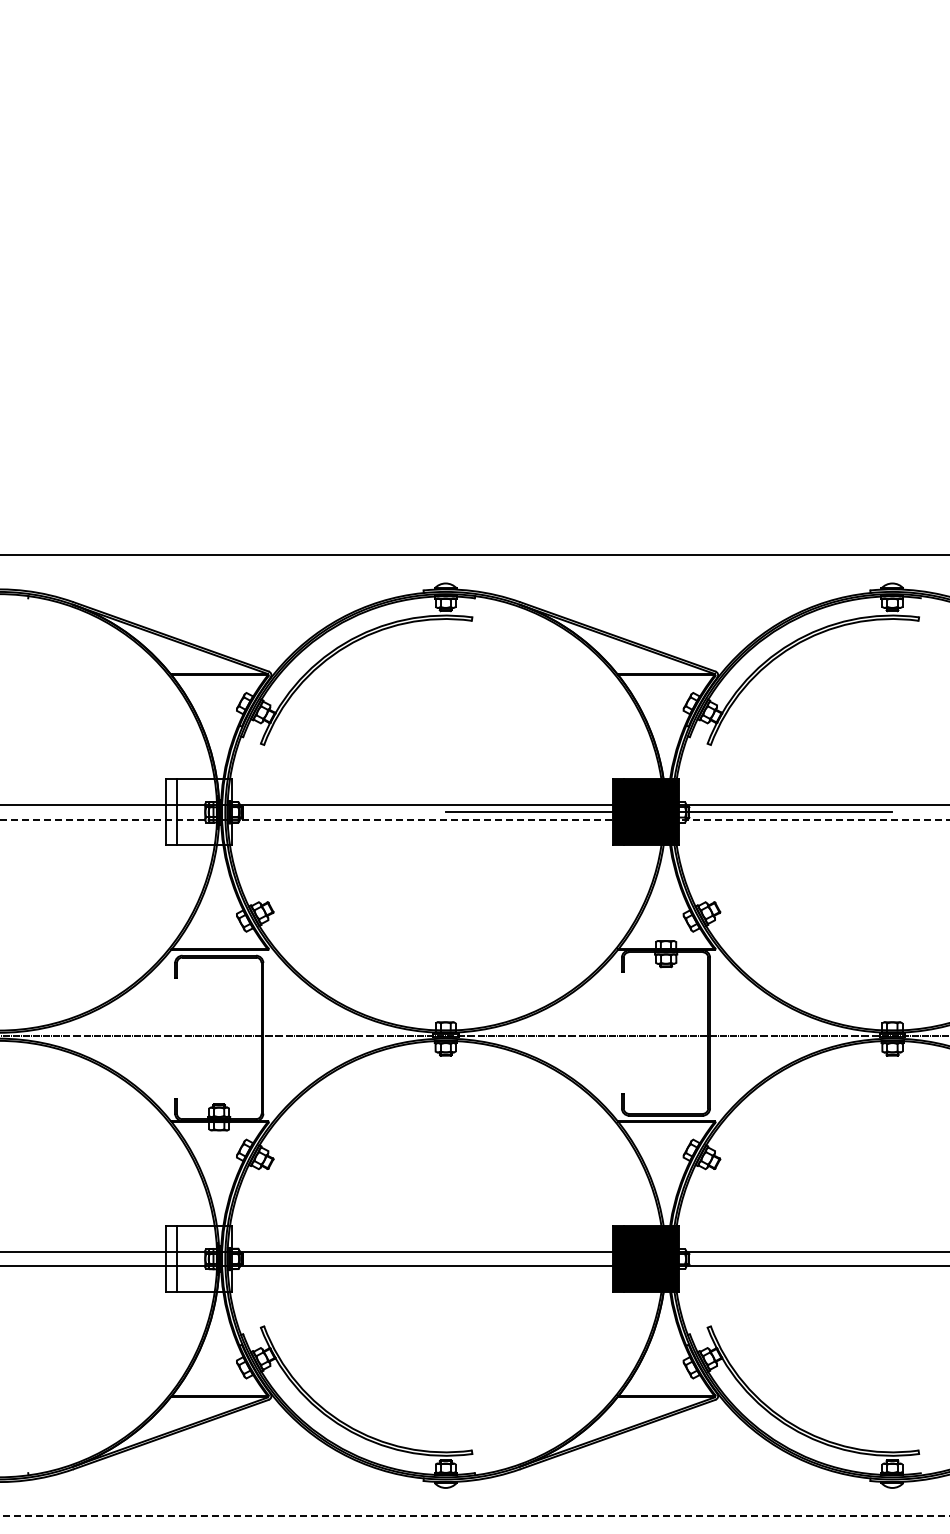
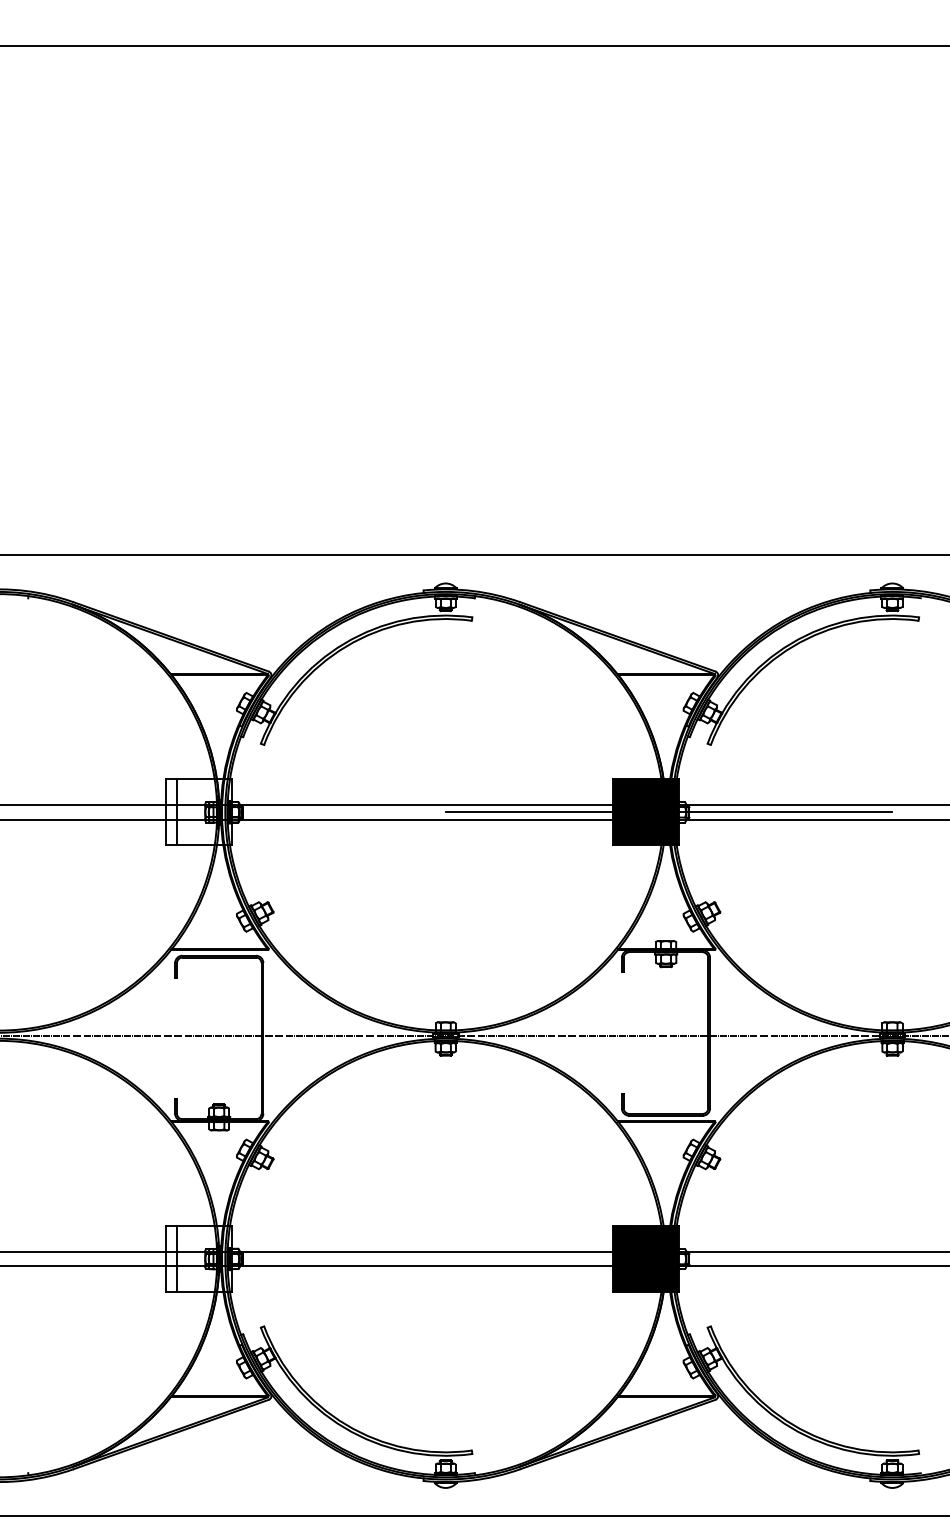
line at (474, 46): none -> present
line at (474, 819): dashed -> solid
line at (474, 1516): dashed -> solid
